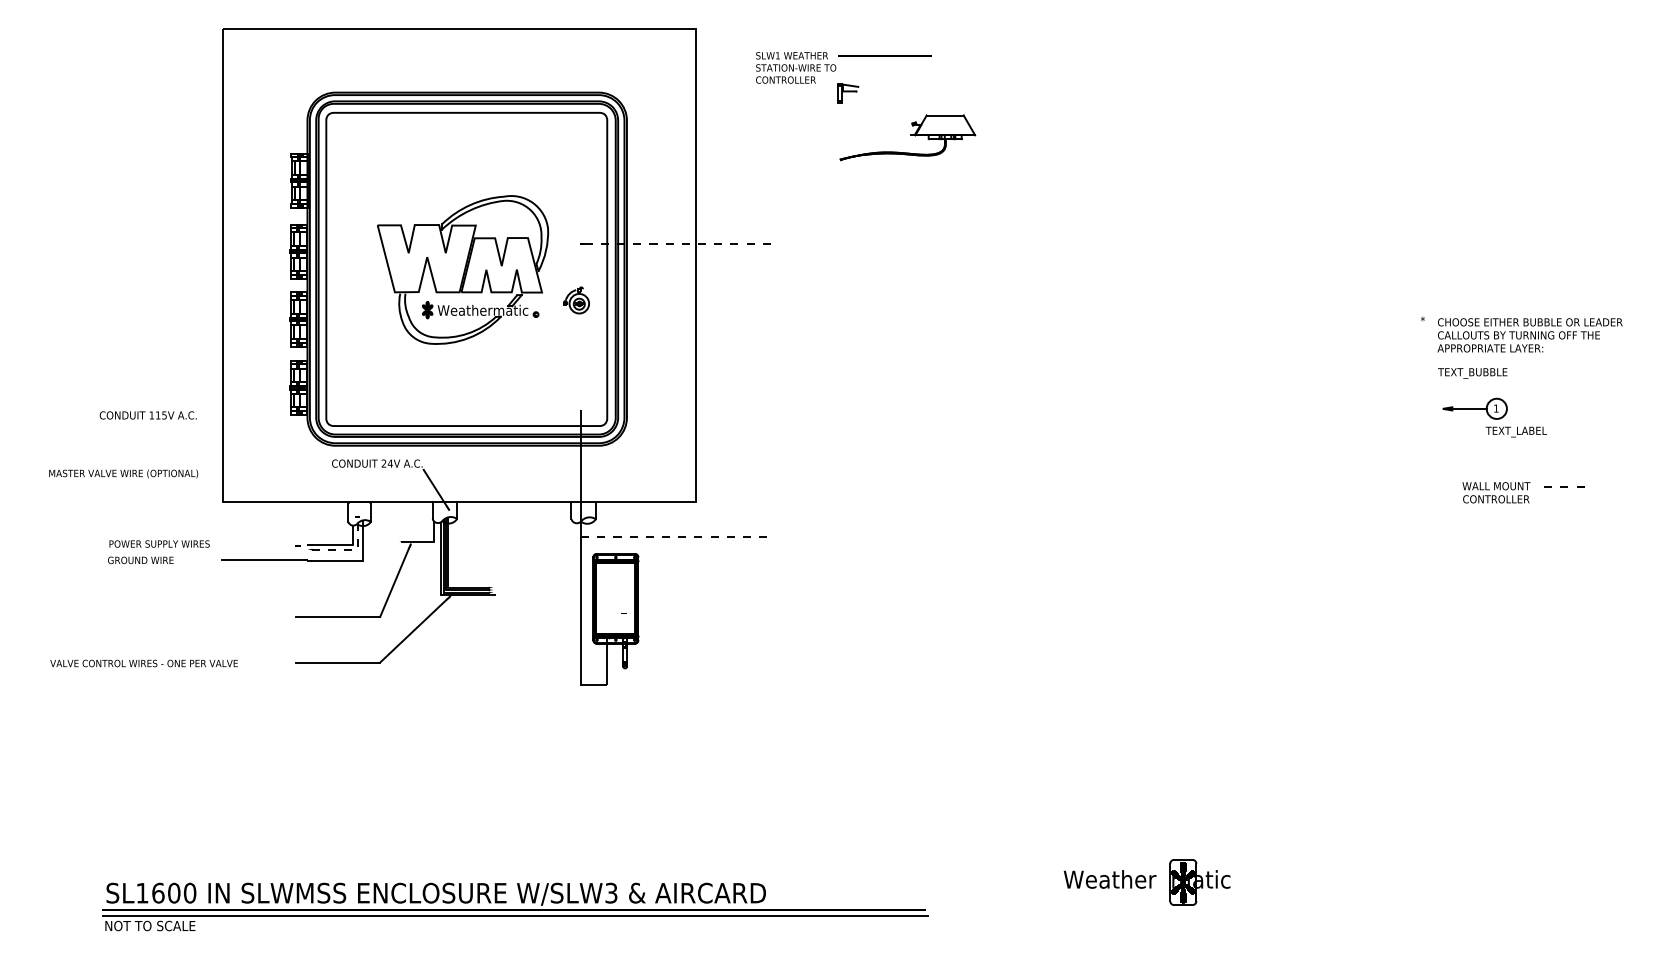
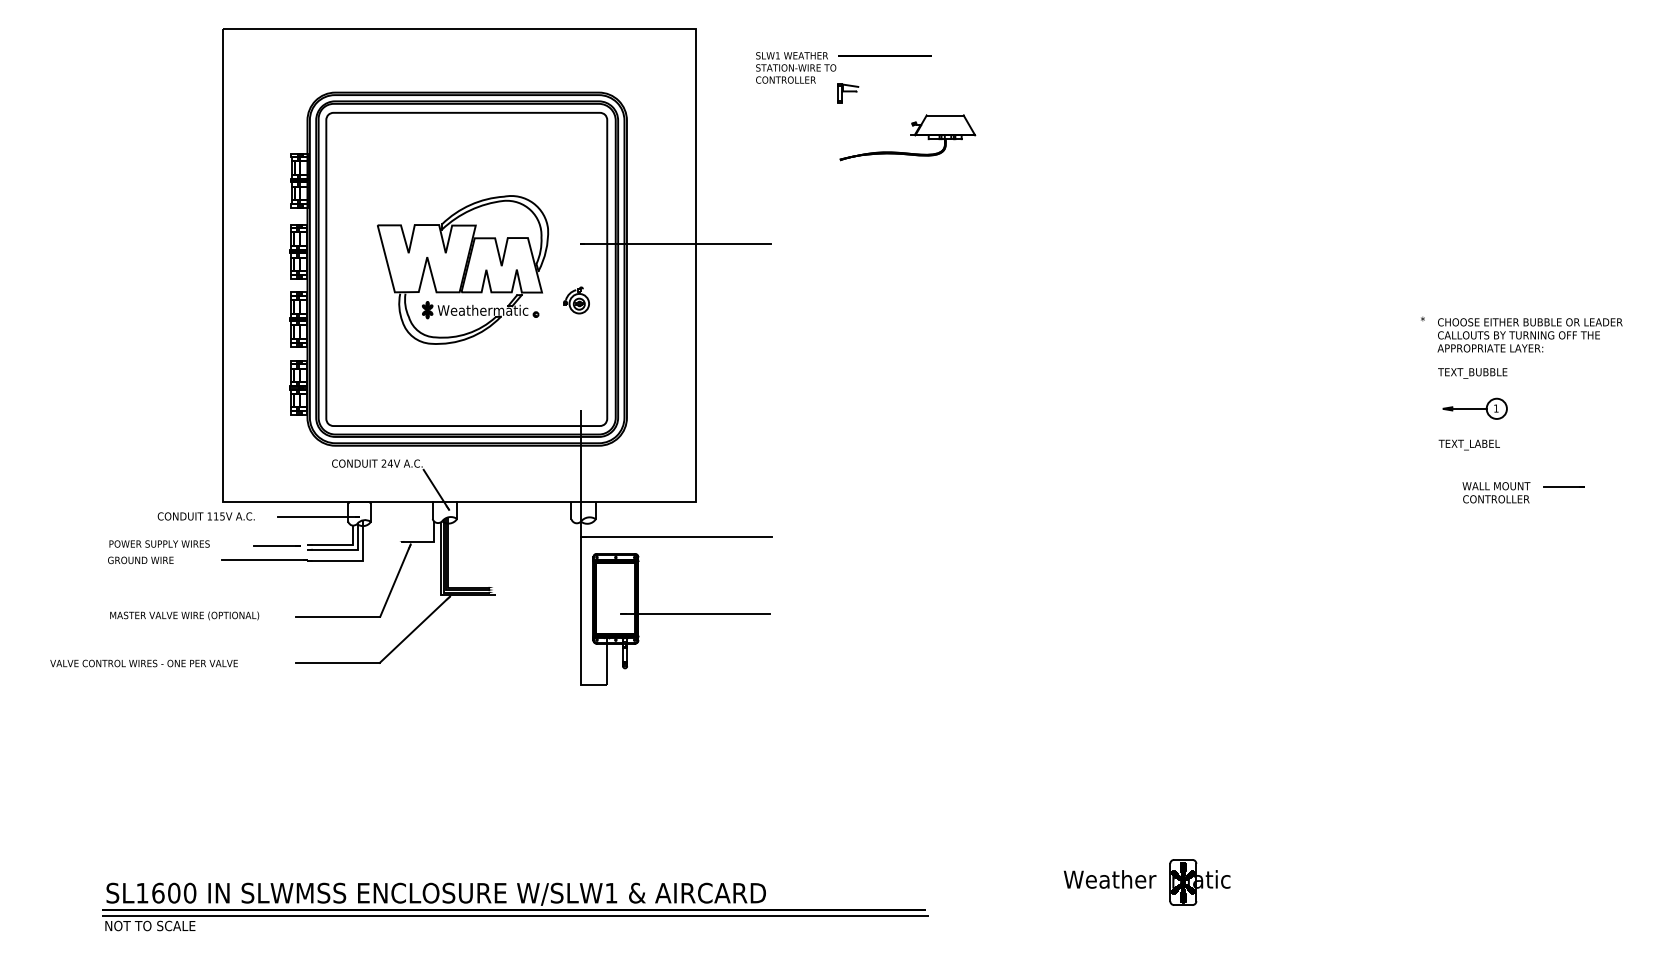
line at (676, 243): dashed -> solid
text at (147, 415) position: (147, 415) -> (205, 516)
text at (1515, 431) position: (1515, 431) -> (1468, 444)
text at (123, 473) position: (123, 473) -> (184, 615)
line at (1563, 486): dashed -> solid
line at (317, 517): none -> present
line at (676, 537): dashed -> solid
line at (276, 545): none -> present
line at (346, 549): dashed -> solid
line at (695, 613): none -> present
text at (611, 892): W/SLW3 -> W/SLW1
